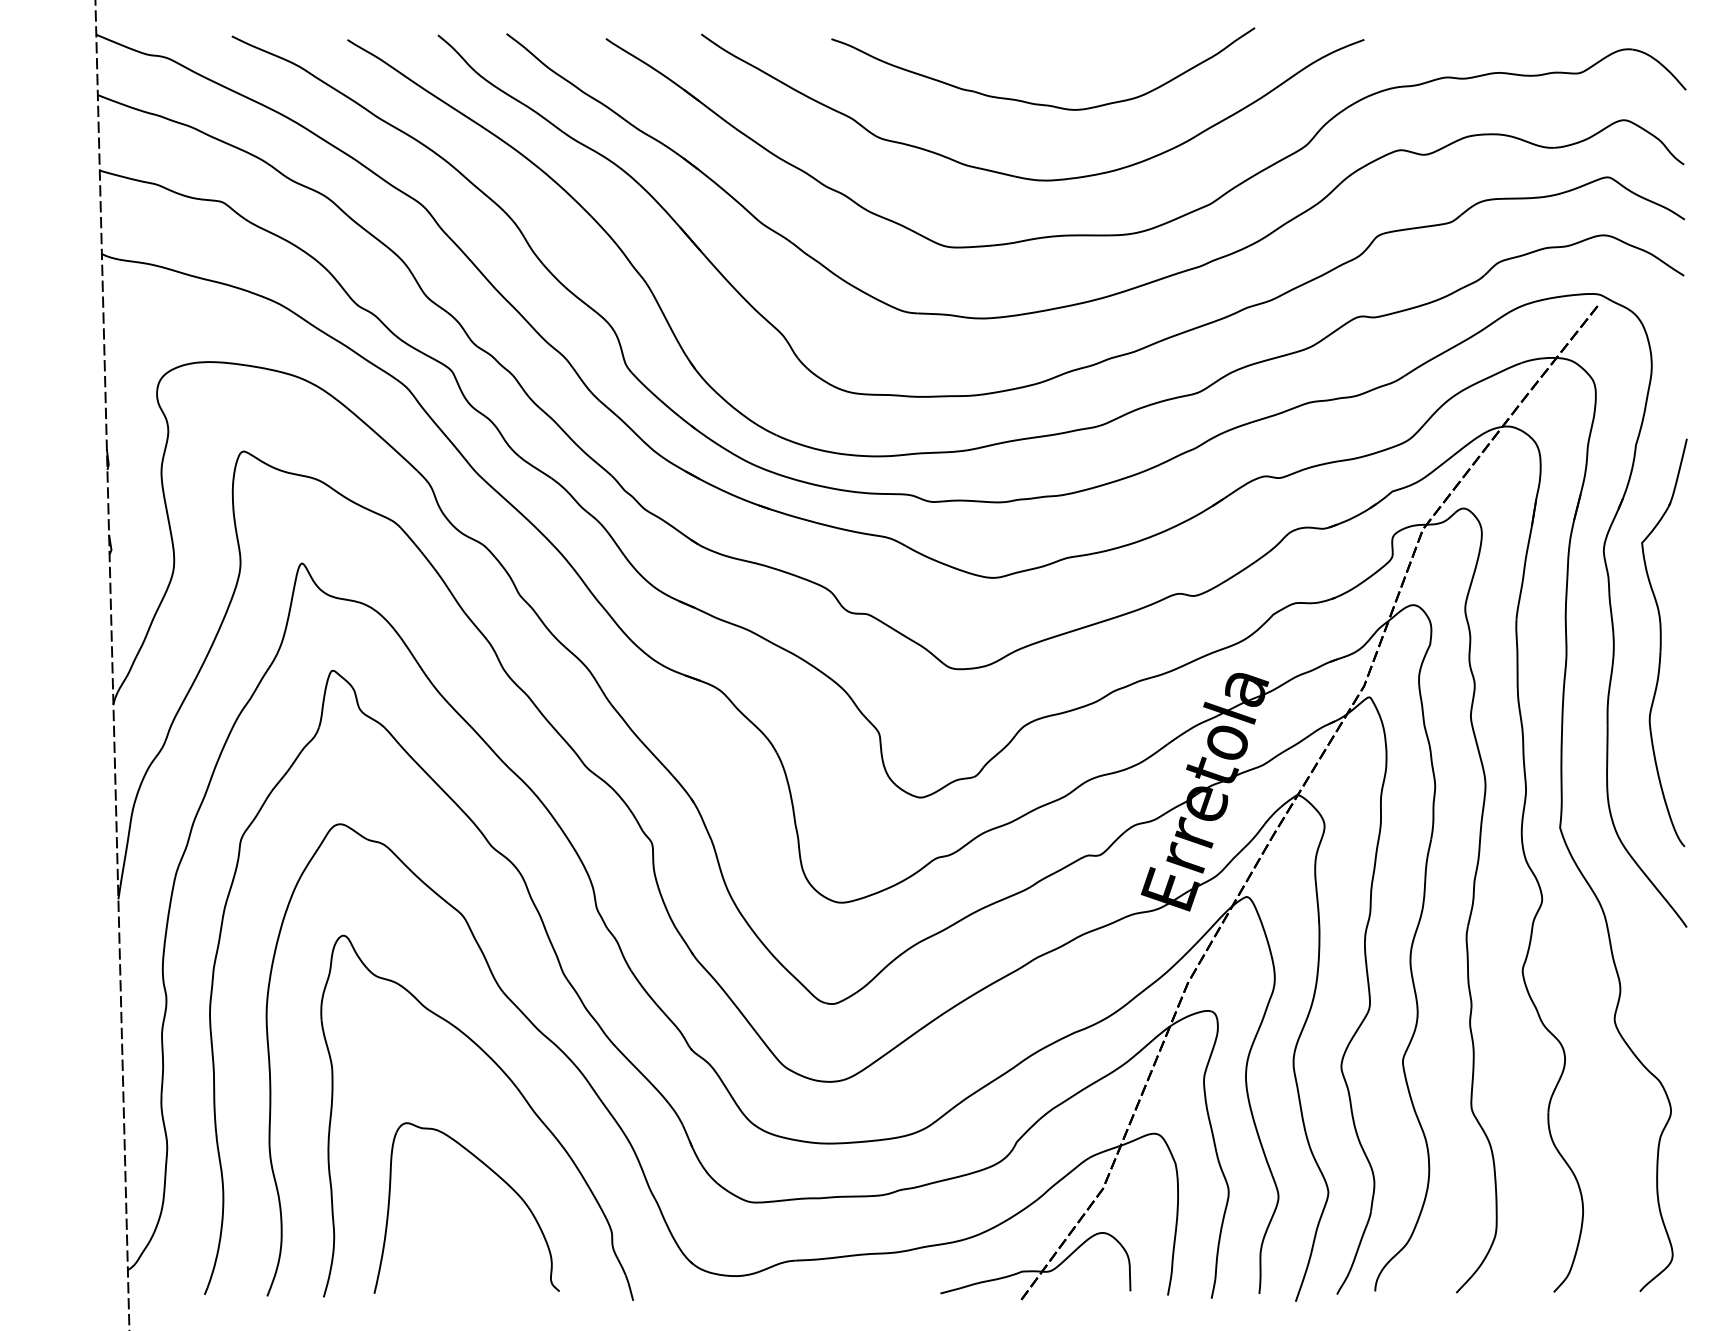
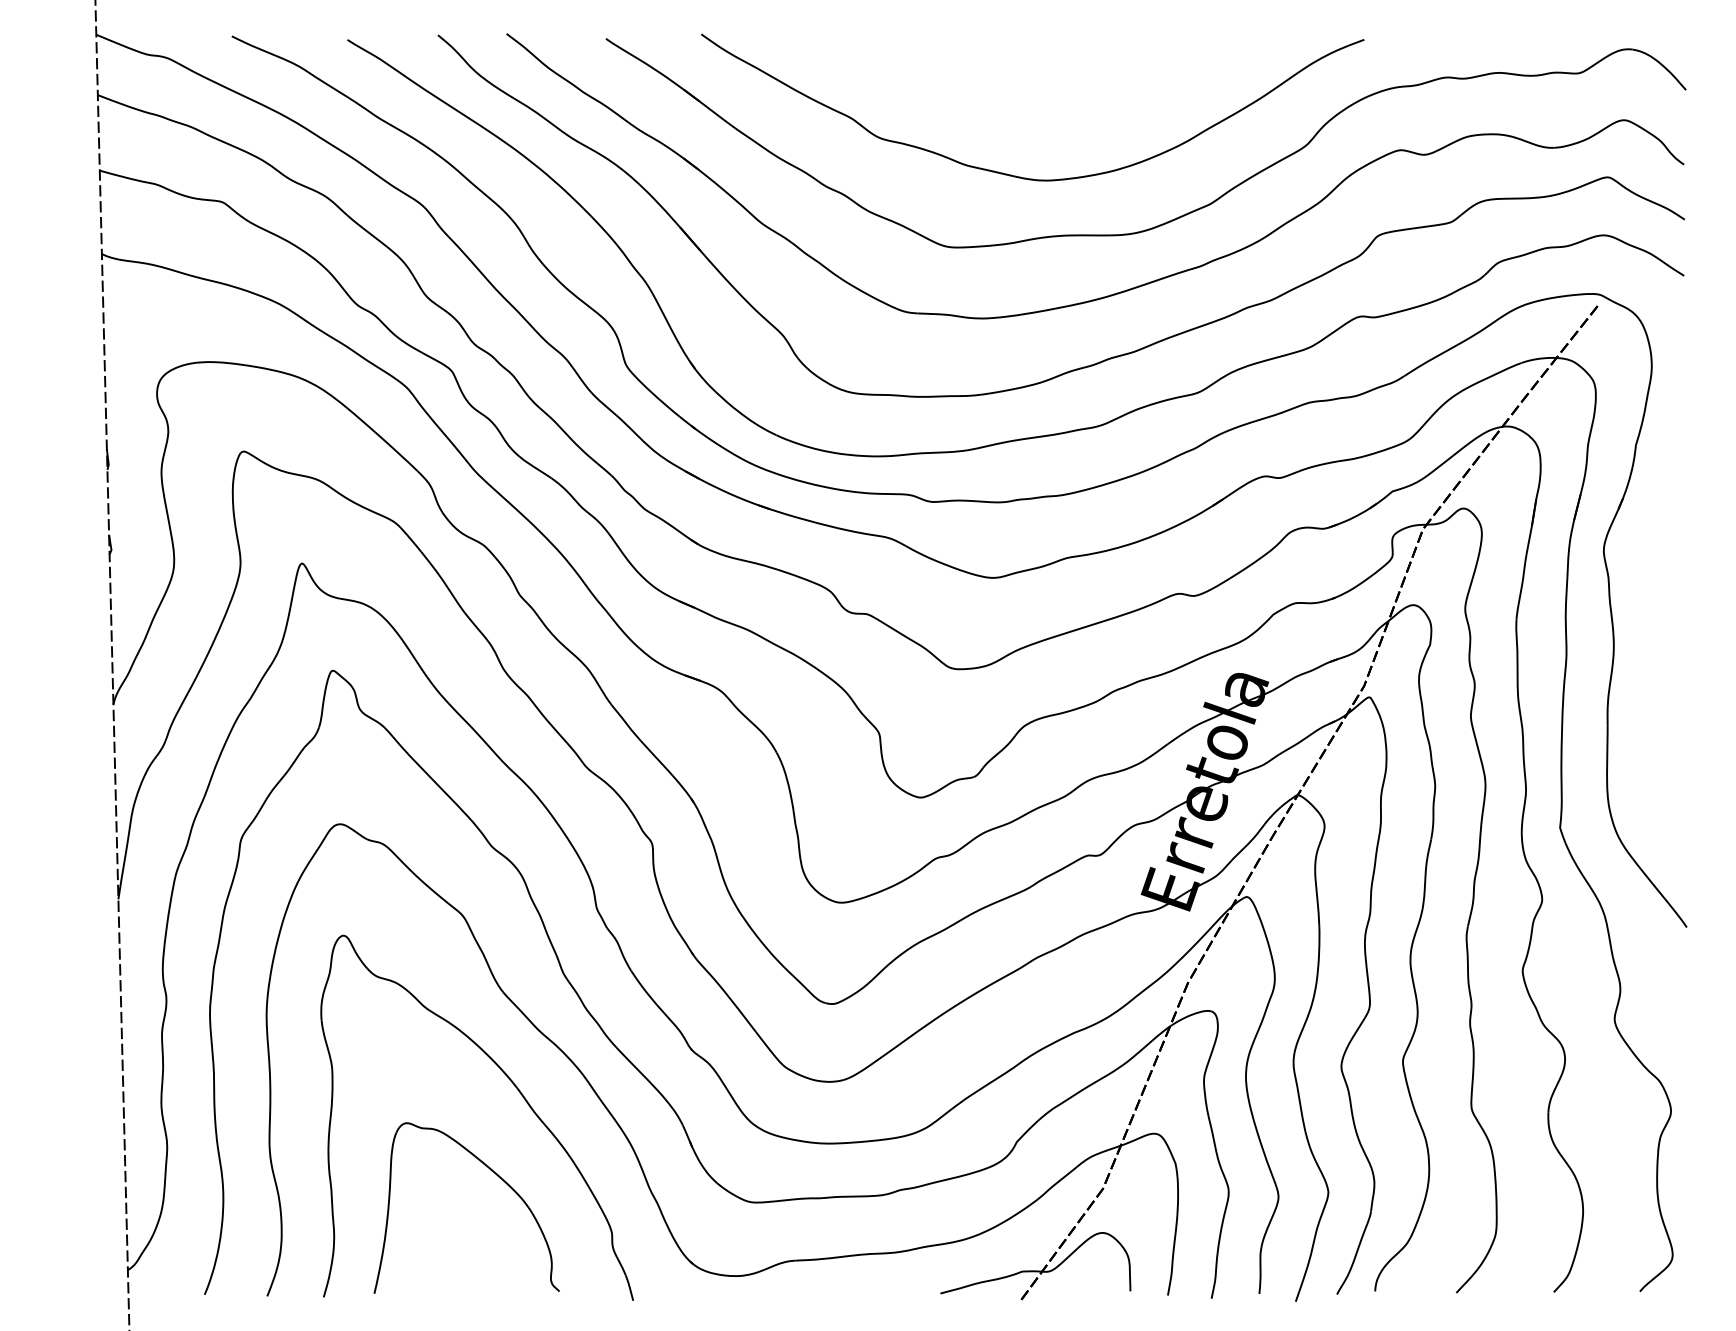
part at (1040, 103): present -> none
part at (1664, 642): present -> none
